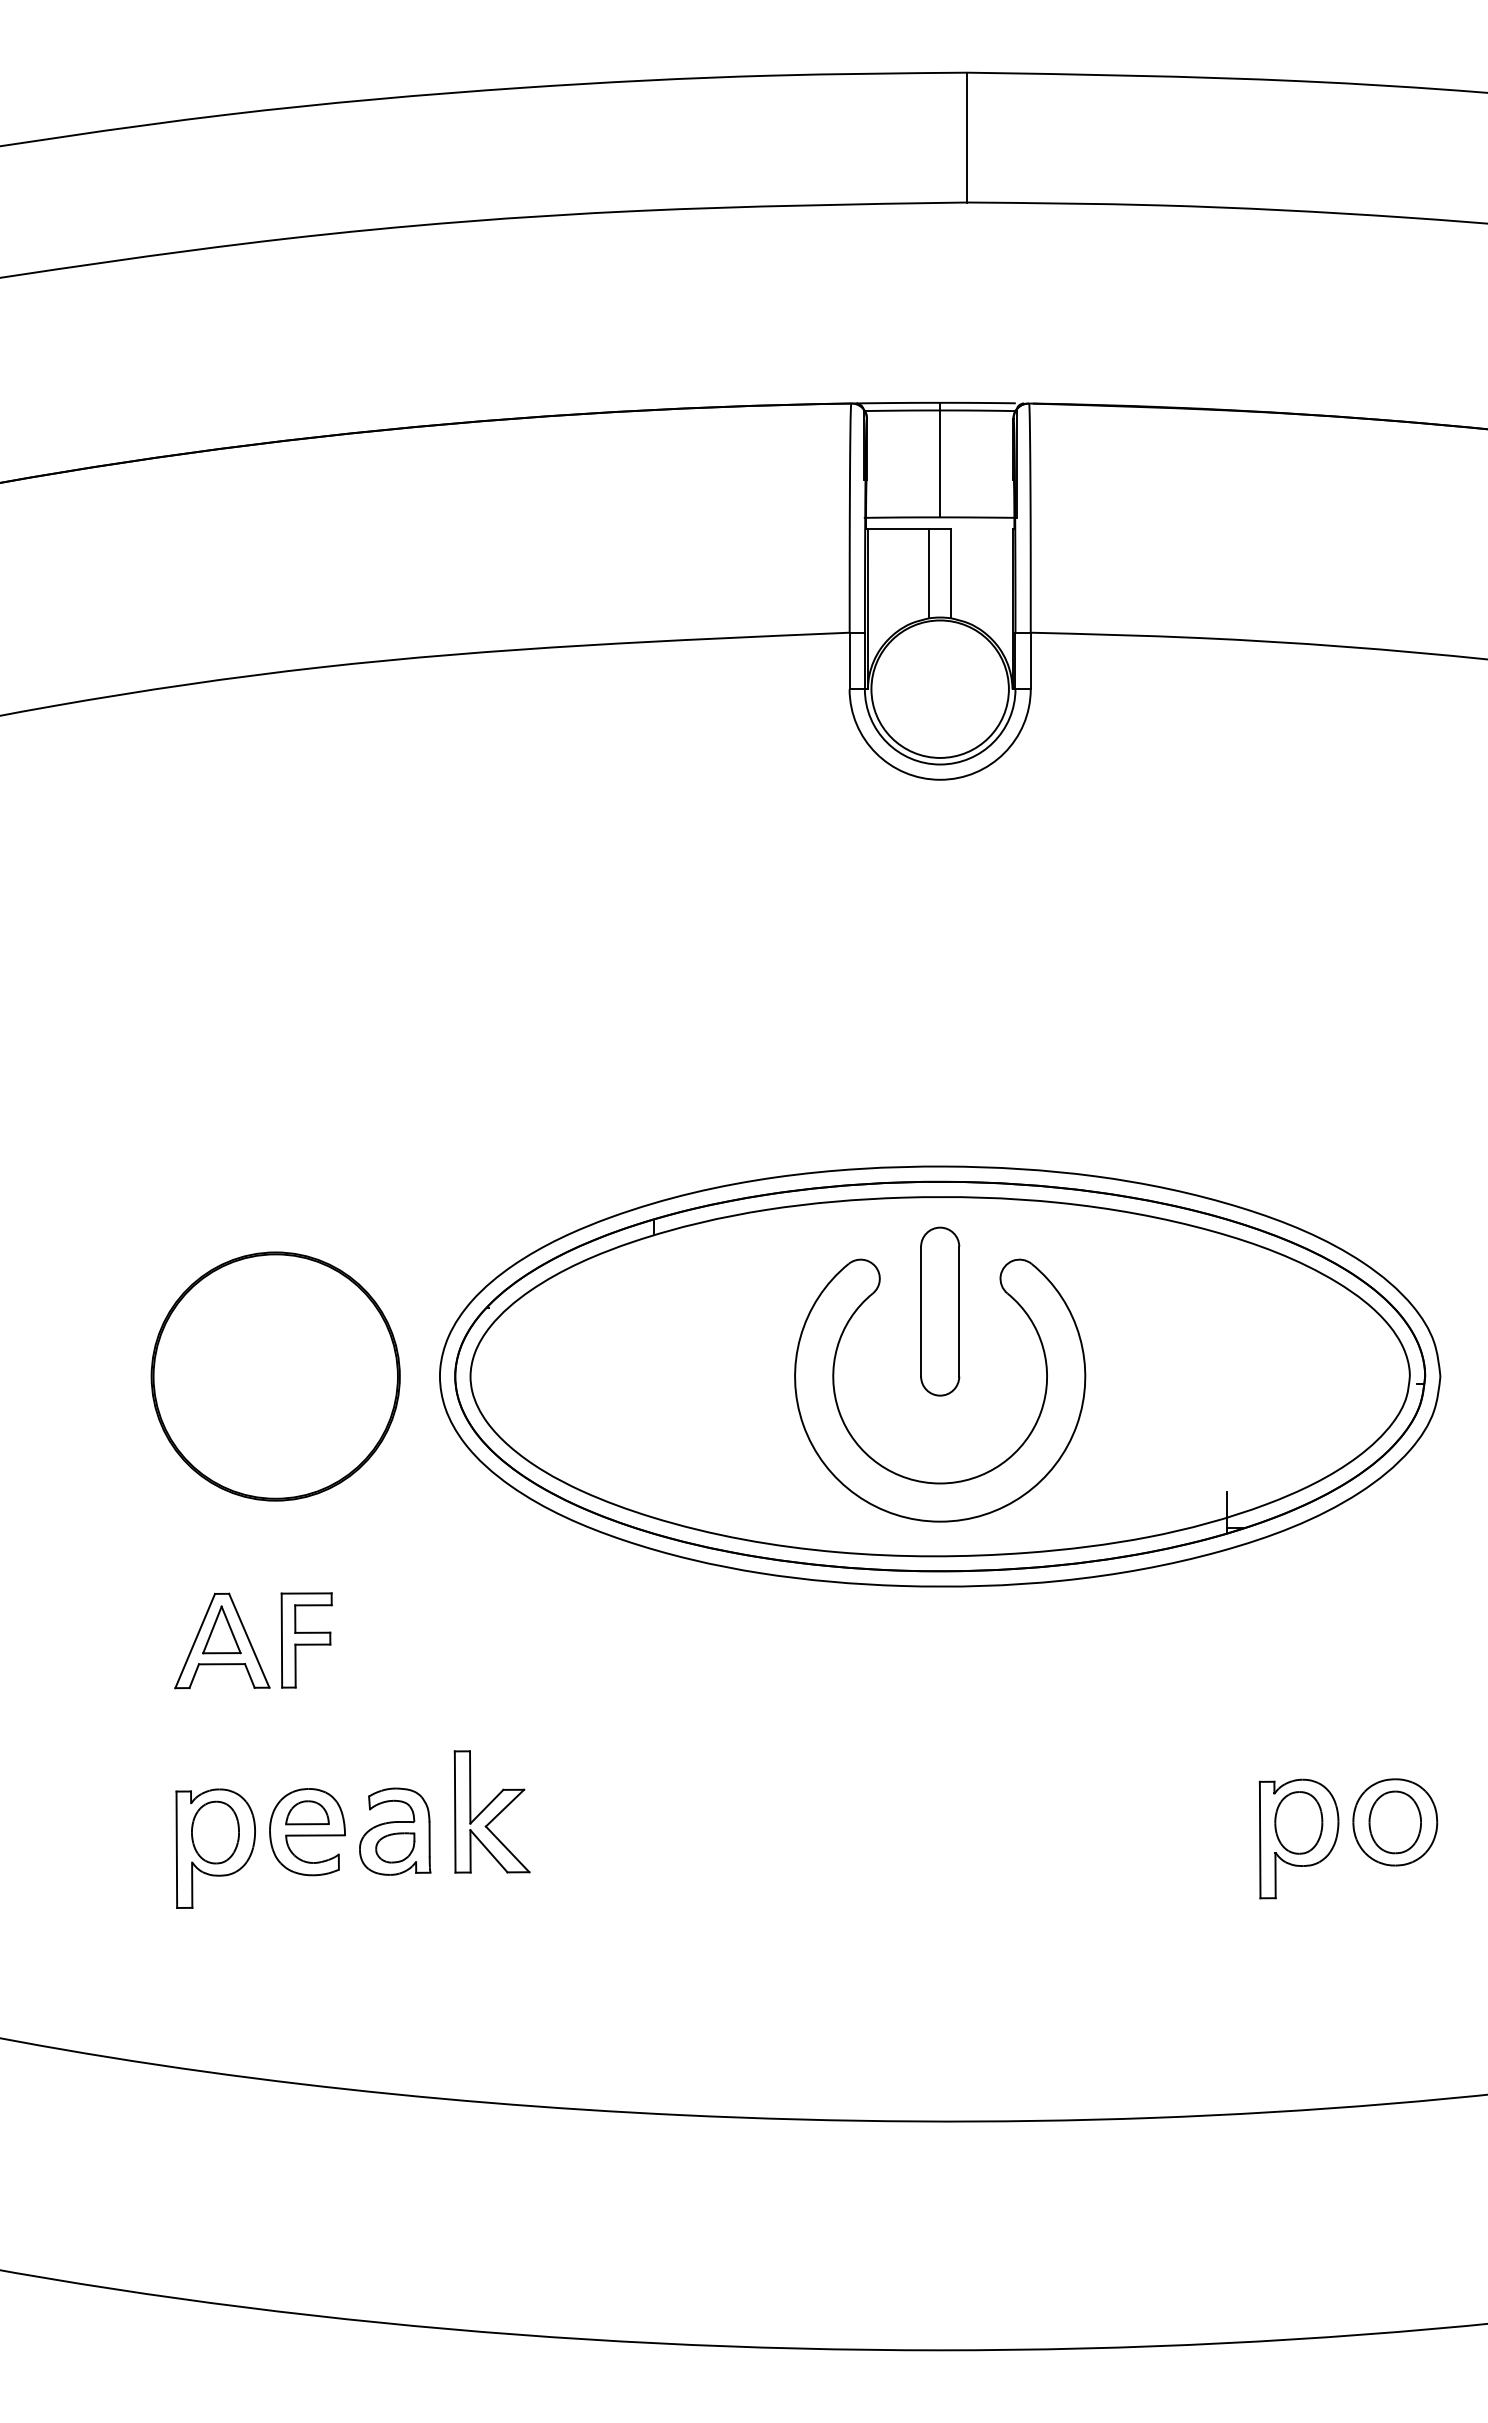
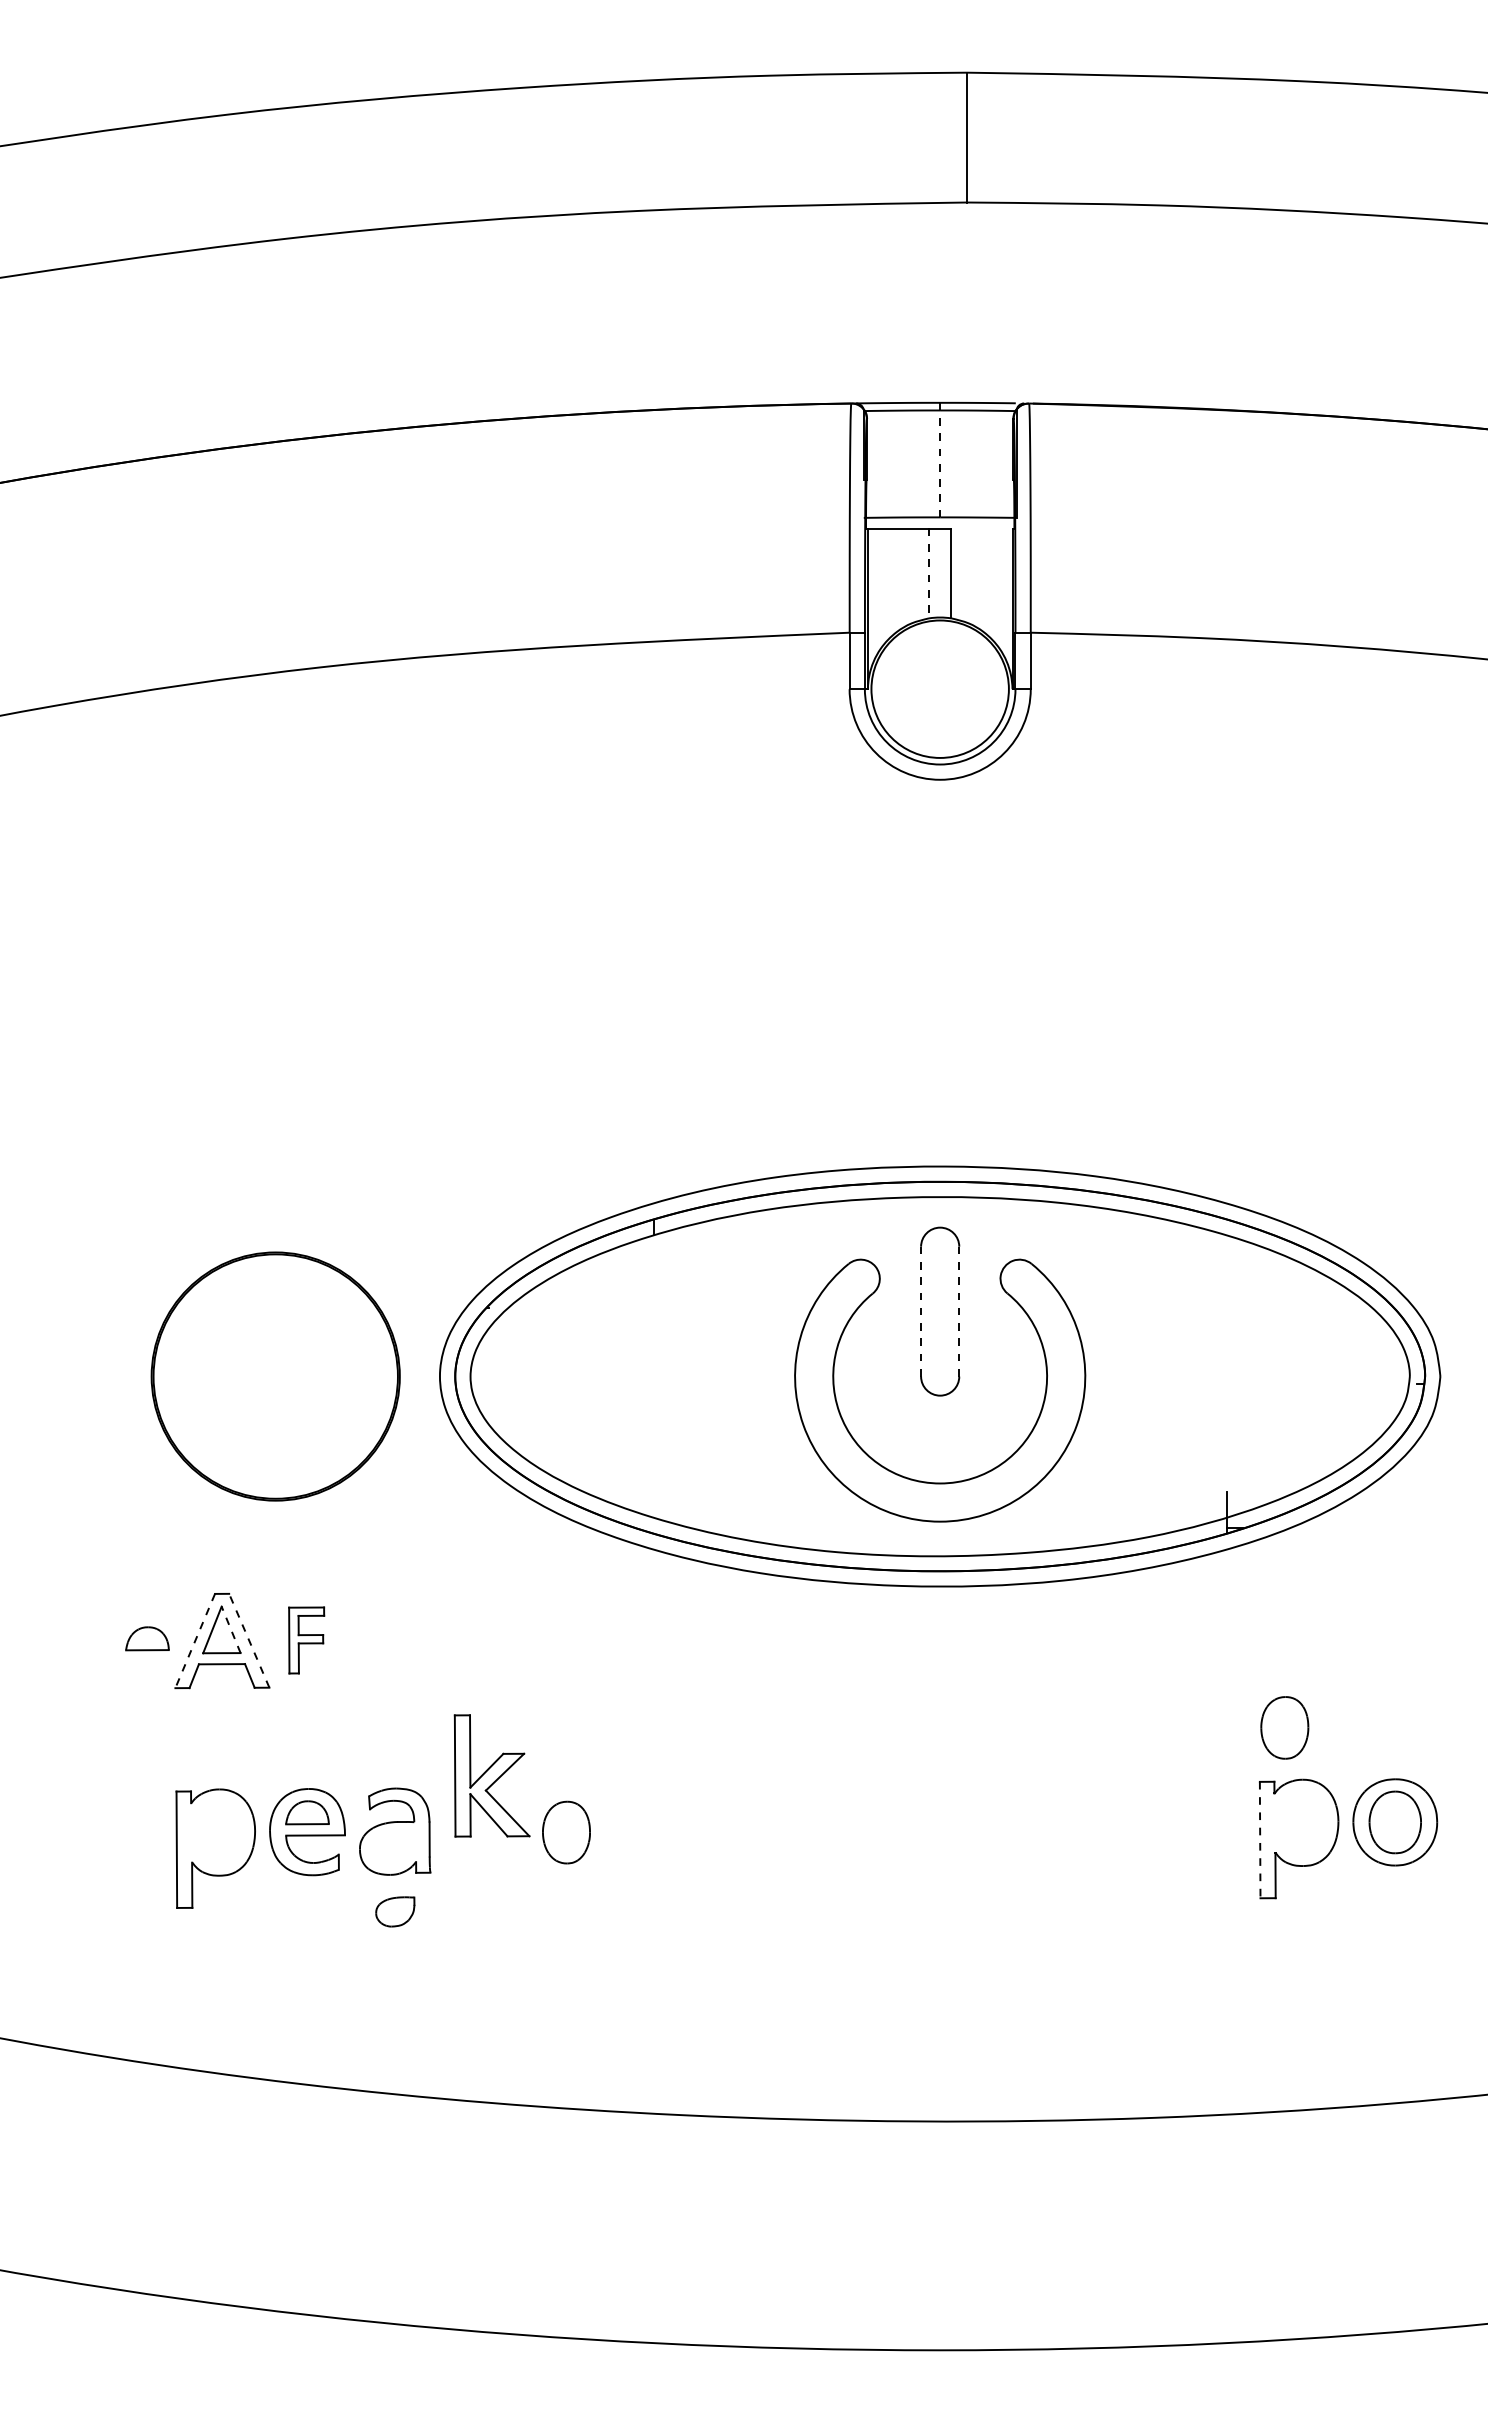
line at (940, 463): solid -> dashed
line at (929, 573): solid -> dashed
line at (921, 1311): solid -> dashed
line at (959, 1311): solid -> dashed
line at (230, 1629): solid -> dashed
part at (147, 1638): none -> present
line at (249, 1640): solid -> dashed
part at (306, 1640) size: 53x97 px -> 38x69 px
line at (195, 1641): solid -> dashed
part at (491, 1811) position: (491, 1811) -> (491, 1775)
part at (1298, 1822) position: (1298, 1822) -> (1284, 1727)
part at (215, 1832) position: (215, 1832) -> (566, 1832)
line at (1260, 1840): solid -> dashed
part at (395, 1847) position: (395, 1847) -> (395, 1911)
